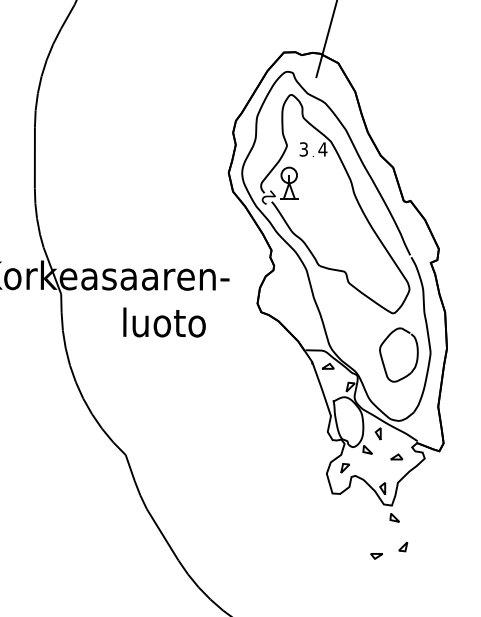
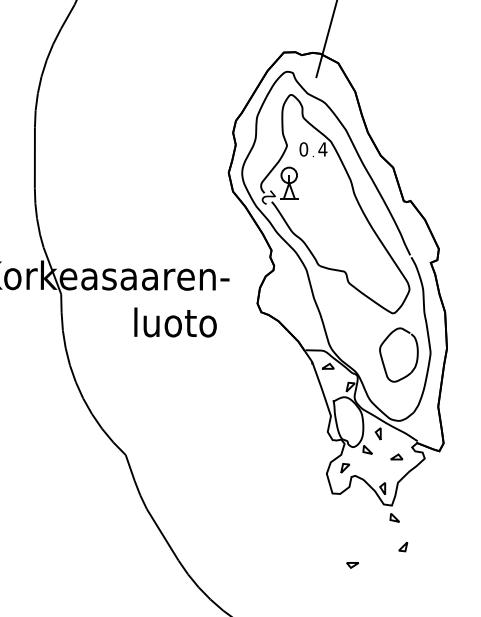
text at (303, 149): 3 -> 0
text at (164, 322) position: (164, 322) -> (175, 322)
part at (376, 556) position: (376, 556) -> (352, 565)
